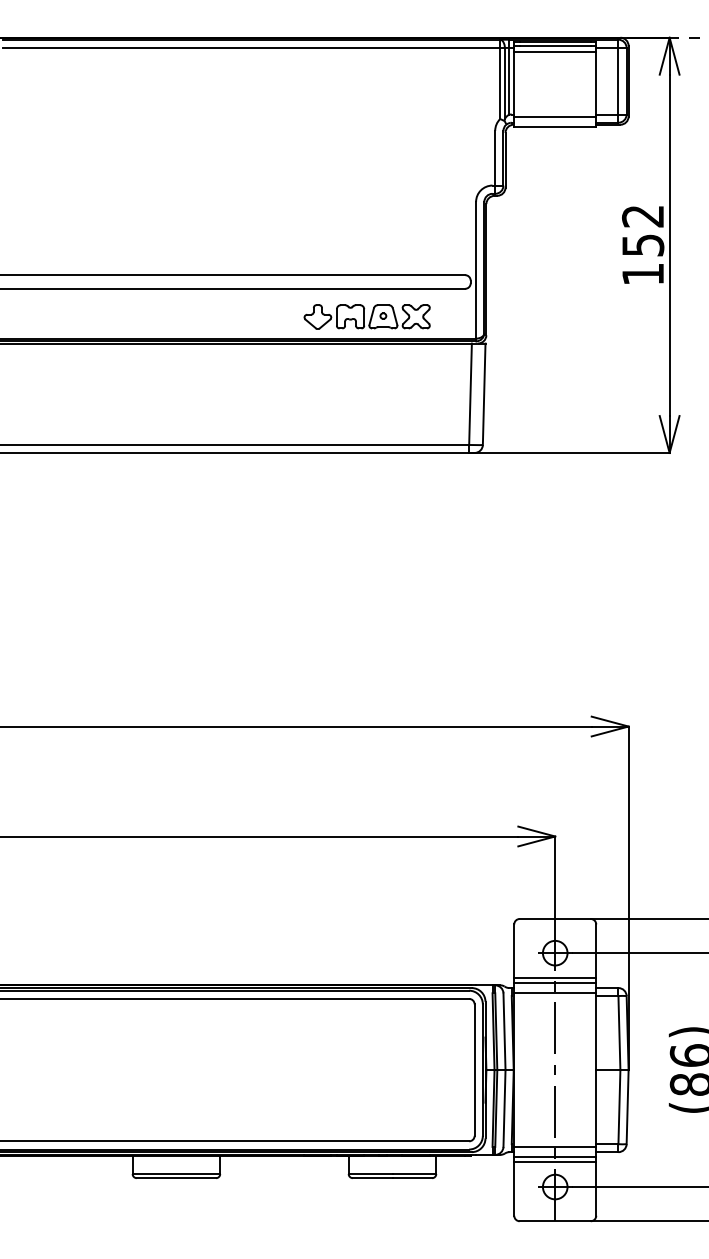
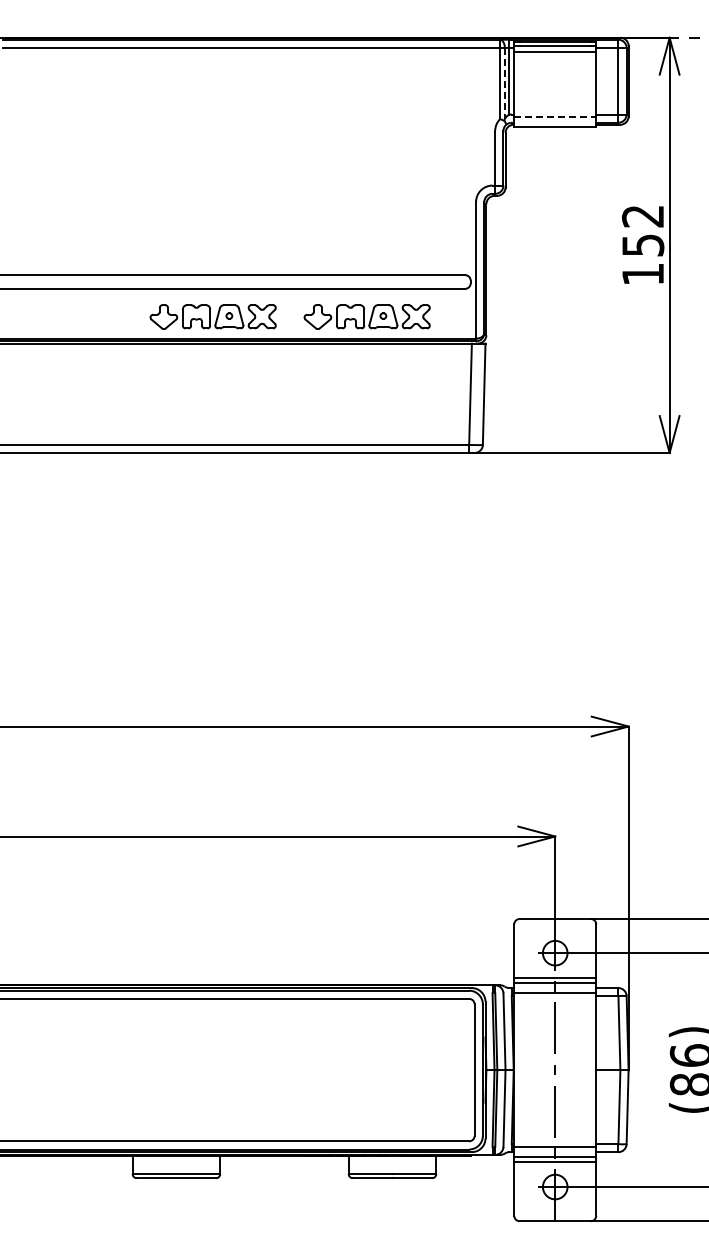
line at (504, 83): solid -> dashed
line at (555, 117): solid -> dashed
part at (212, 316): none -> present
